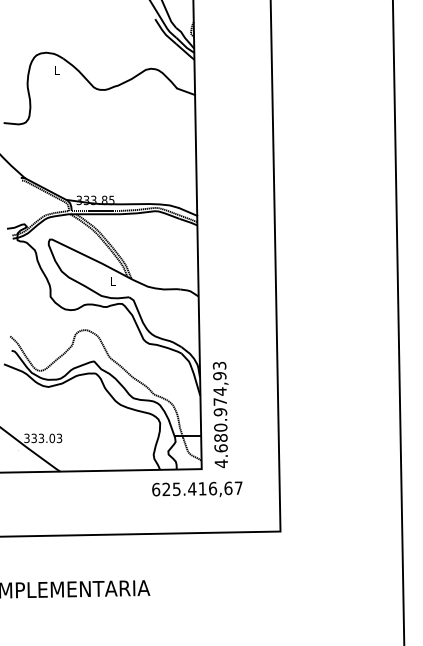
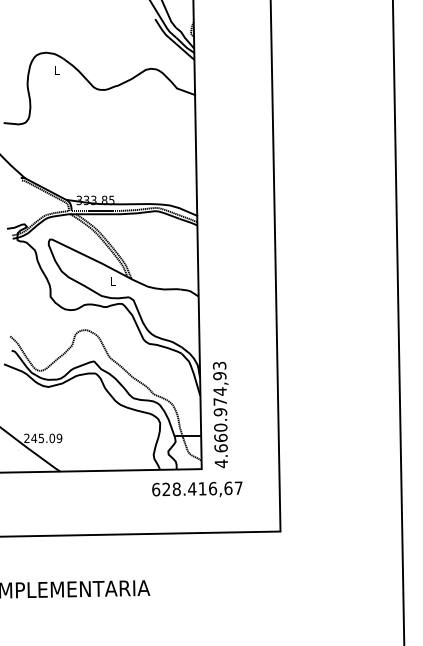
text at (220, 437): 4.680.974,93 -> 4.660.974,93
text at (43, 438): 333.03 -> 245.09
text at (176, 489): 625.416,67 -> 628.416,67
